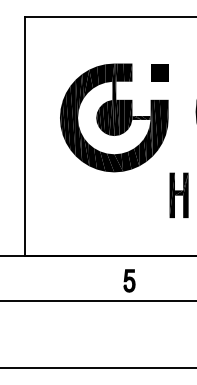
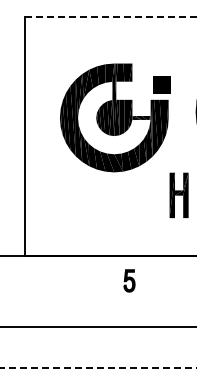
line at (110, 17): solid -> dashed
part at (159, 72) position: (159, 72) -> (161, 84)
line at (97, 300) position: (97, 300) -> (97, 326)
line at (98, 367): solid -> dashed
